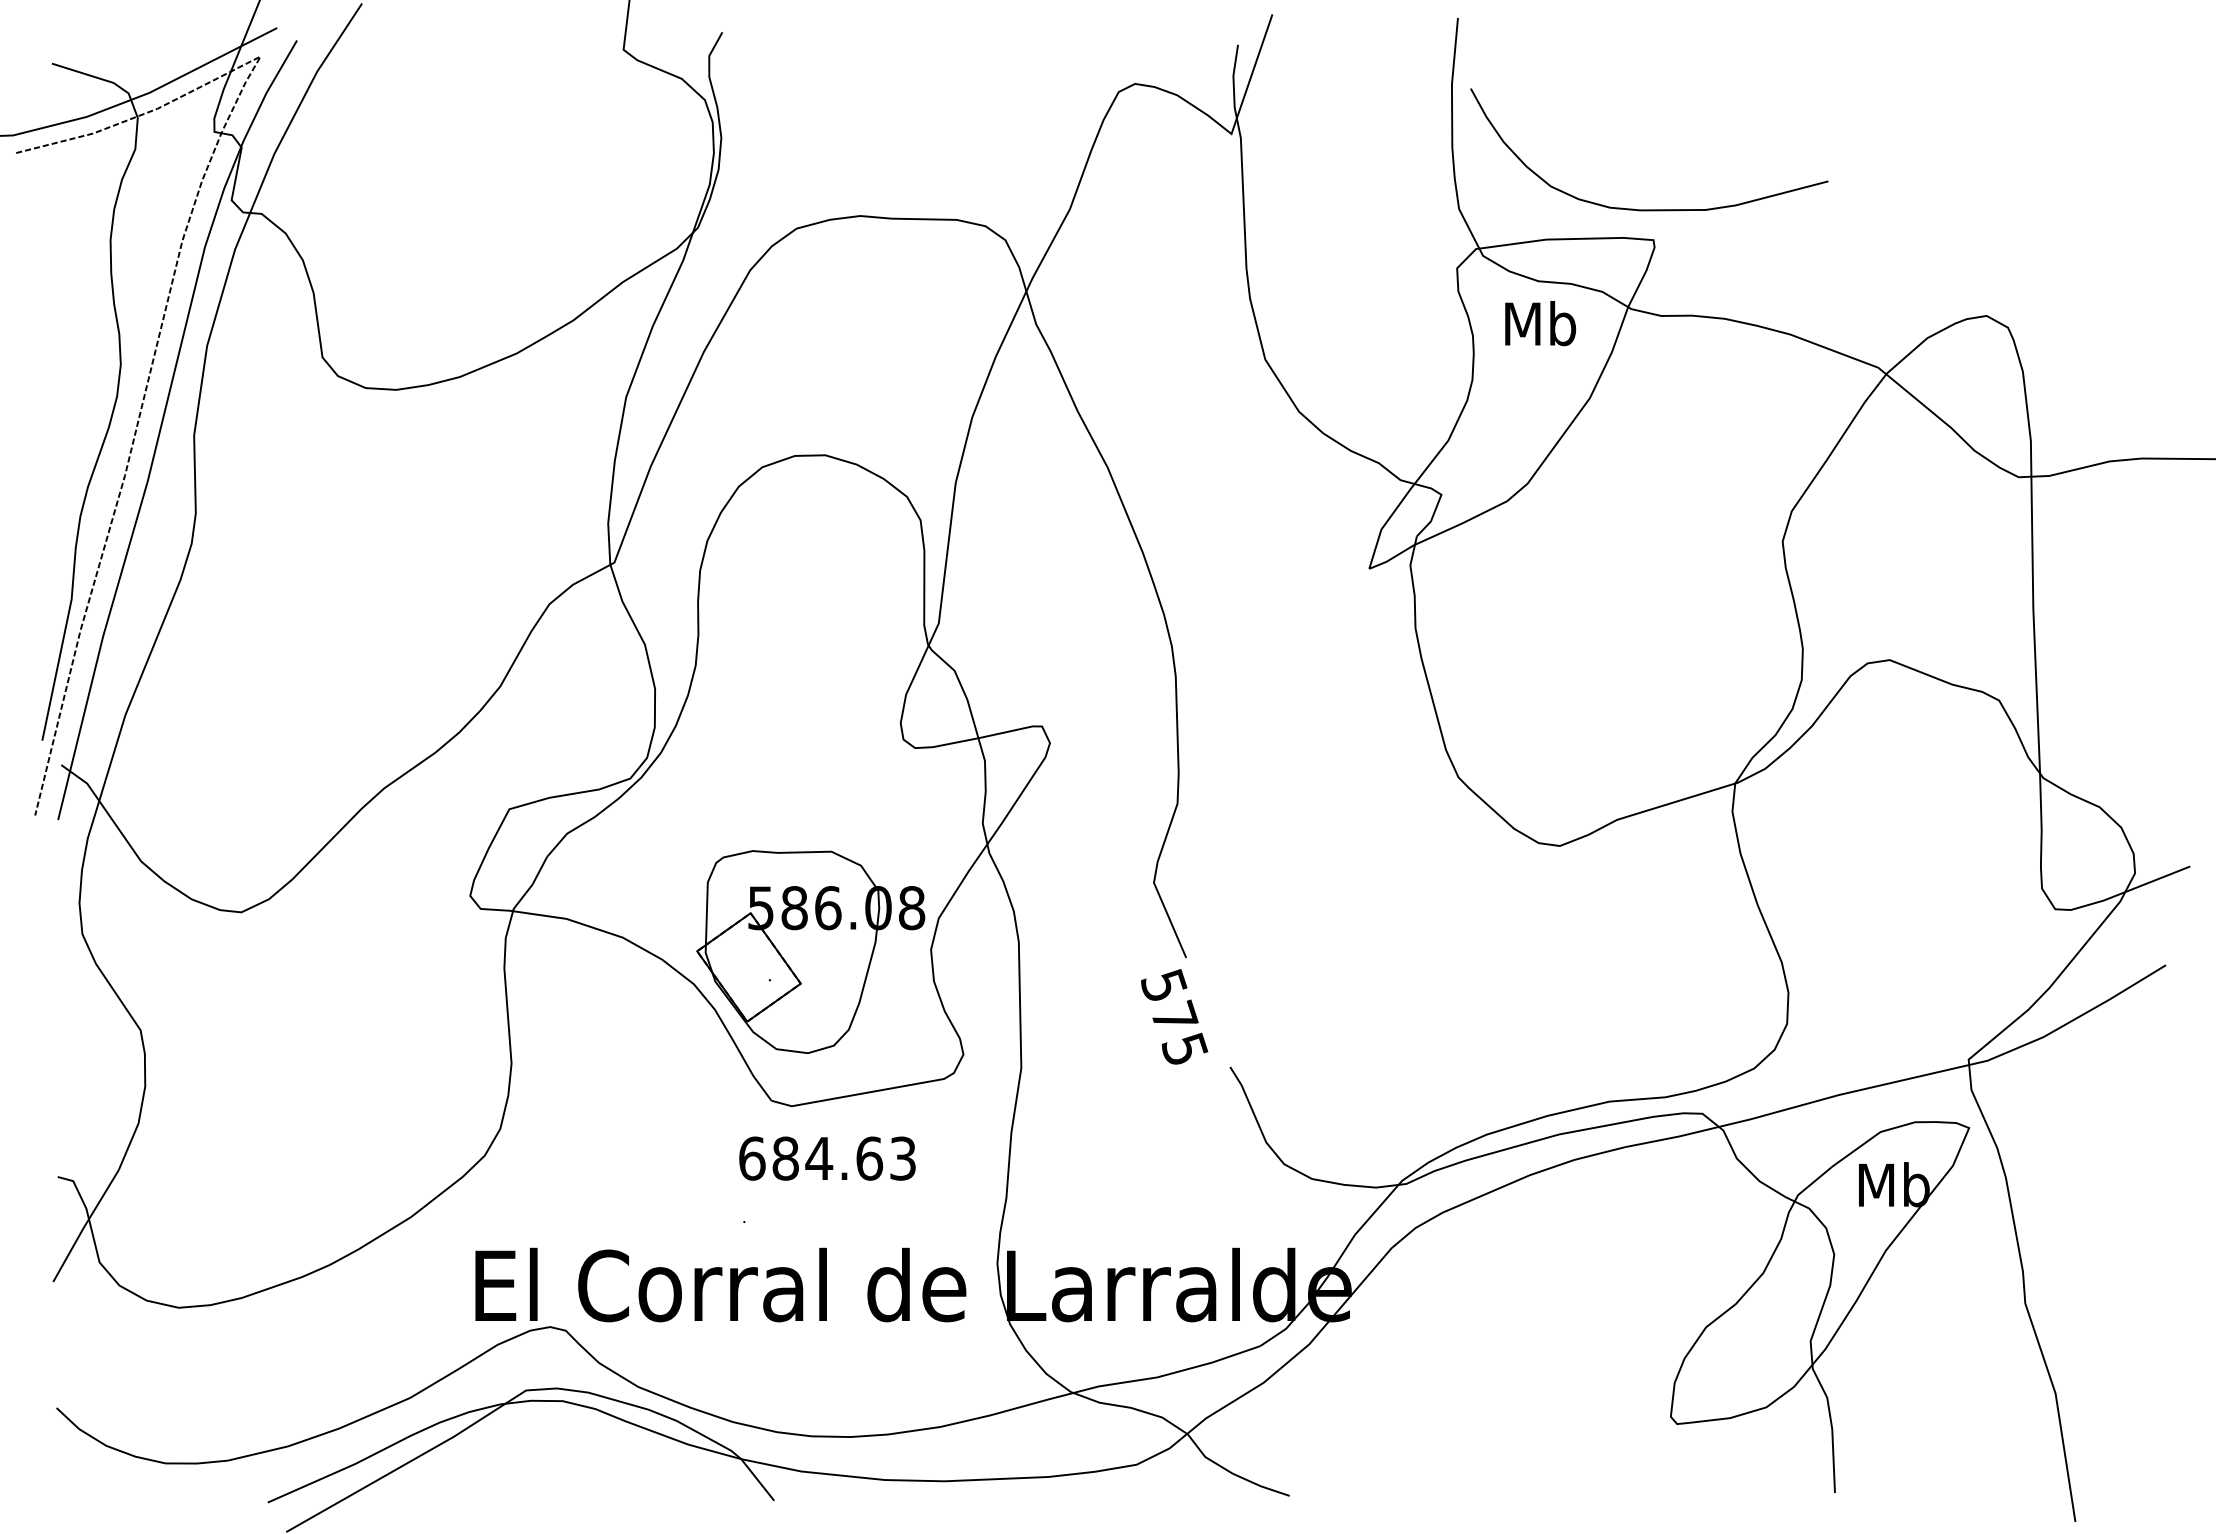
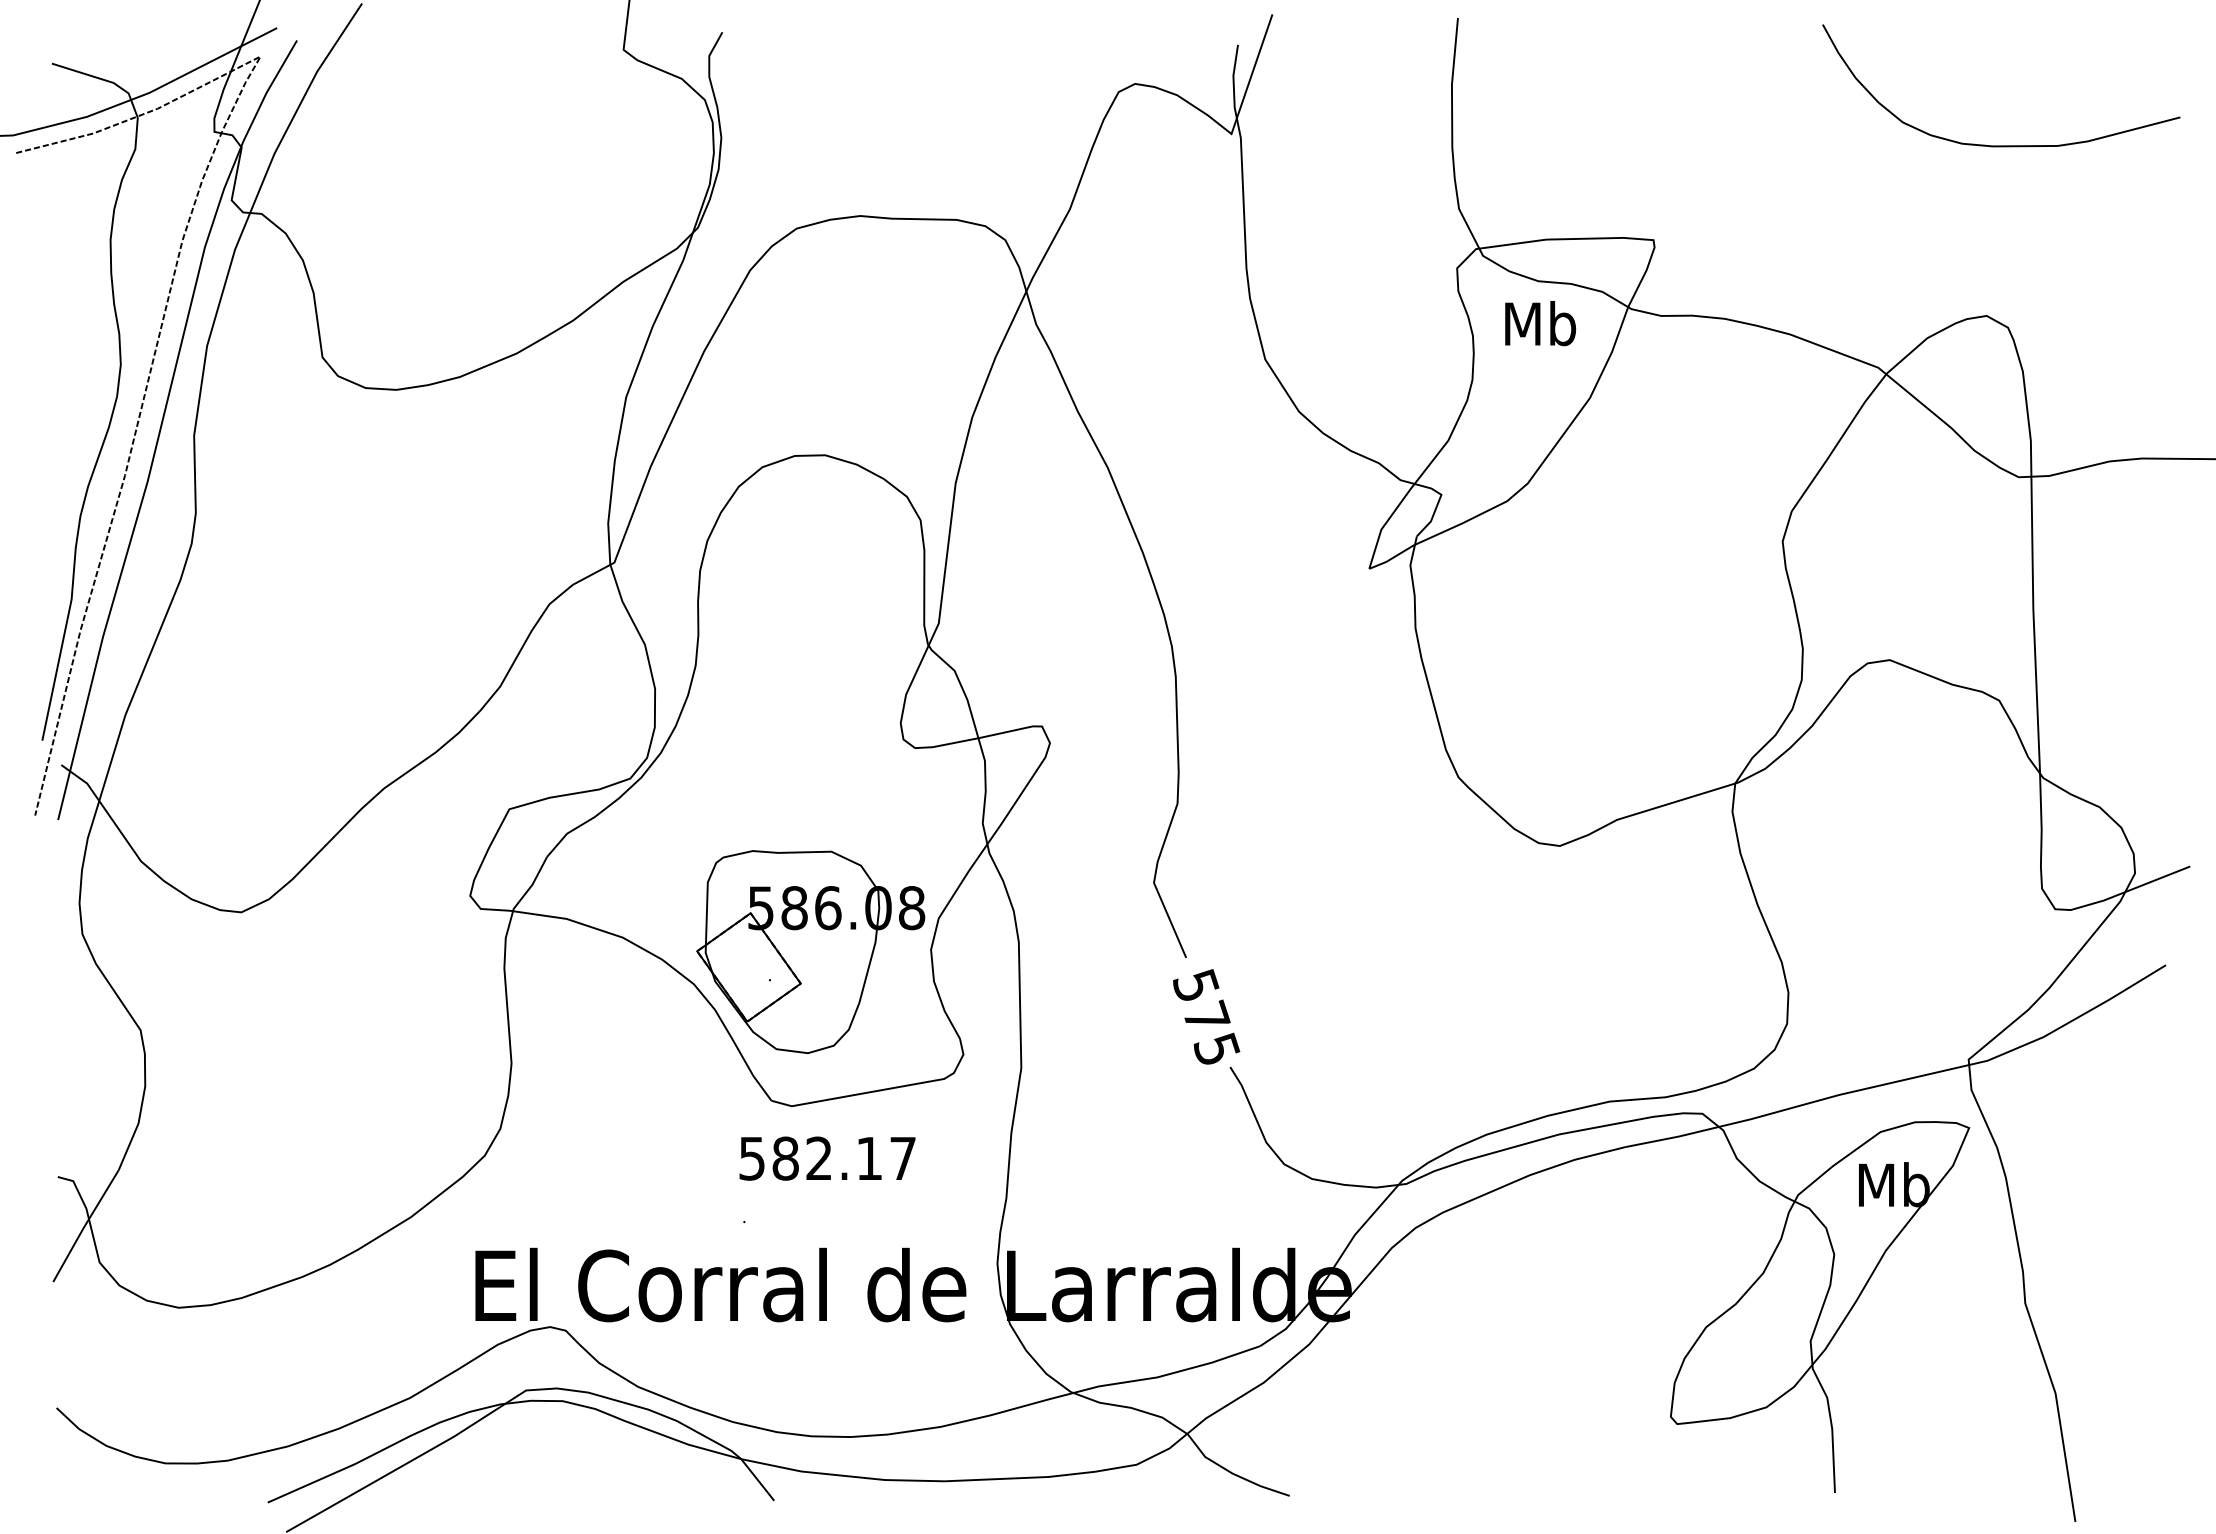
curve at (1649, 209) position: (1649, 209) -> (2001, 145)
text at (1174, 1016) position: (1174, 1016) -> (1206, 1016)
text at (827, 1158): 684.63 -> 582.17
